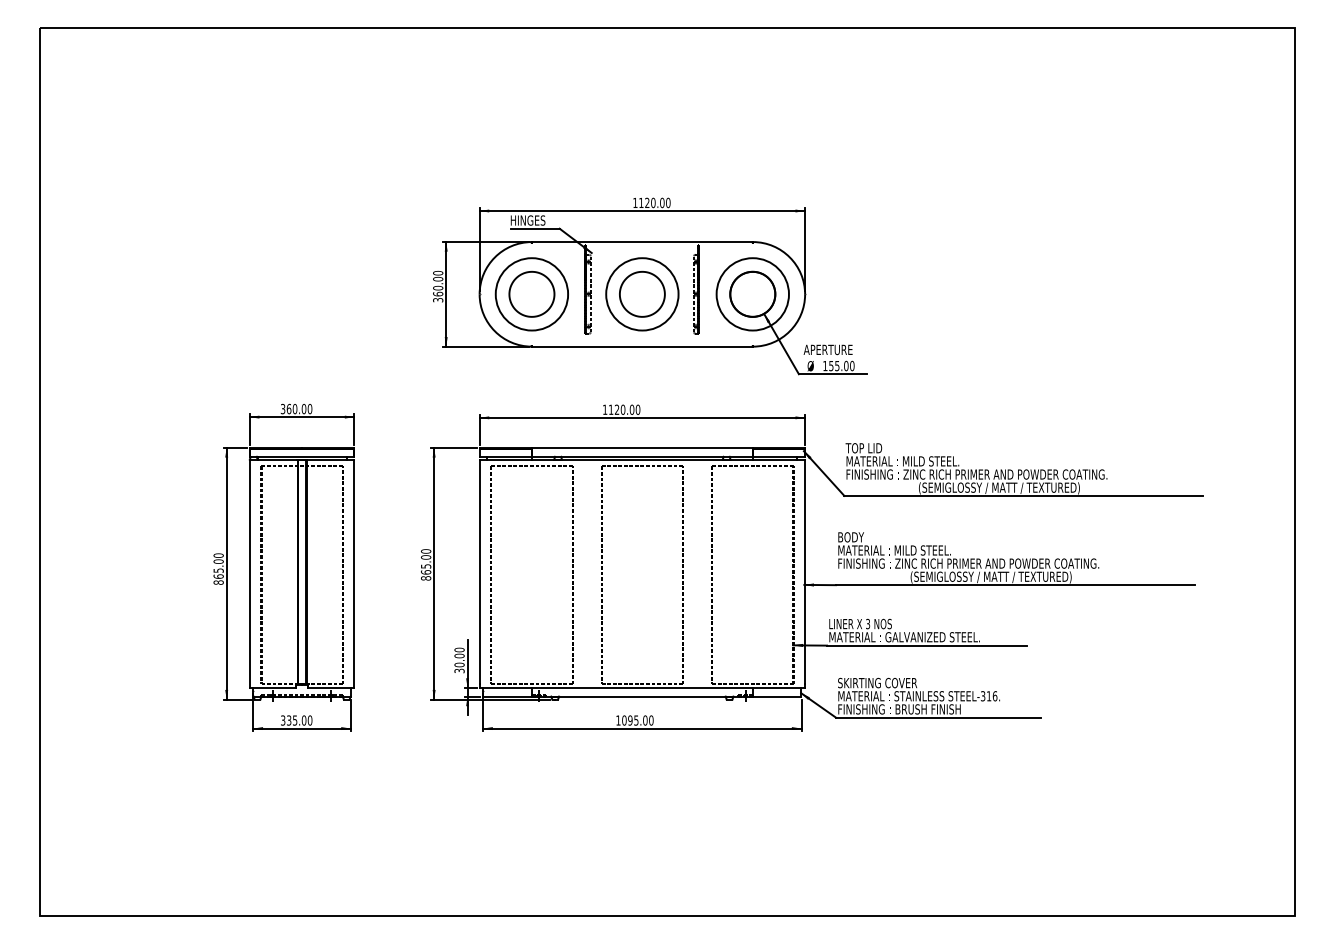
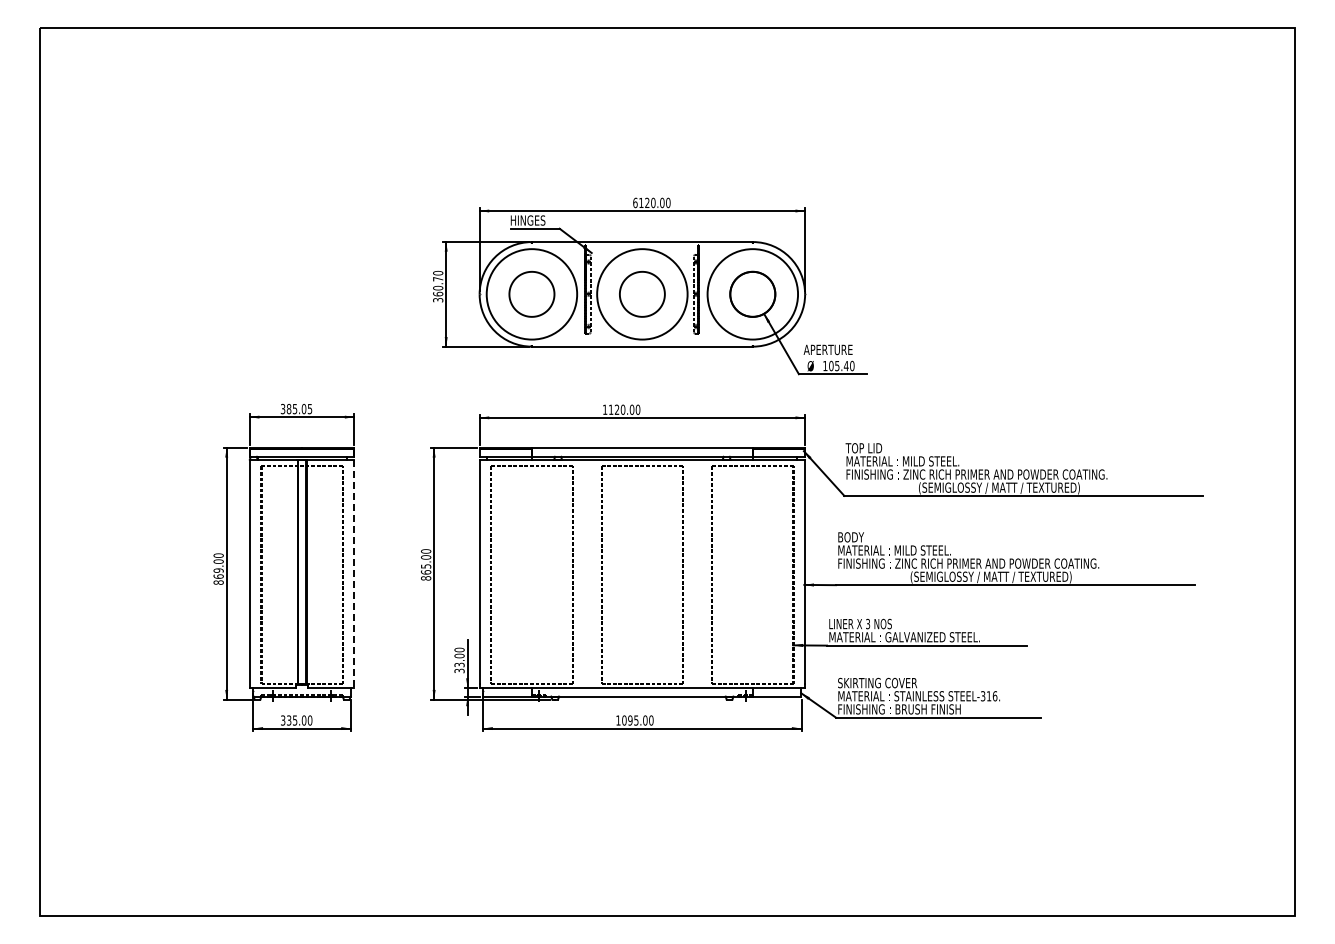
text at (635, 202): 1120.00 -> 6120.00
text at (438, 278): 360.00 -> 360.70
circle at (531, 294) diameter: 72 px -> 90 px
circle at (642, 294) diameter: 72 px -> 90 px
circle at (752, 294) diameter: 72 px -> 90 px
text at (838, 365): 155.00 -> 105.40
text at (299, 409): 360.00 -> 385.05
text at (218, 570): 865.00 -> 869.00
line at (354, 574): solid -> dashed
text at (459, 664): 30.00 -> 33.00
